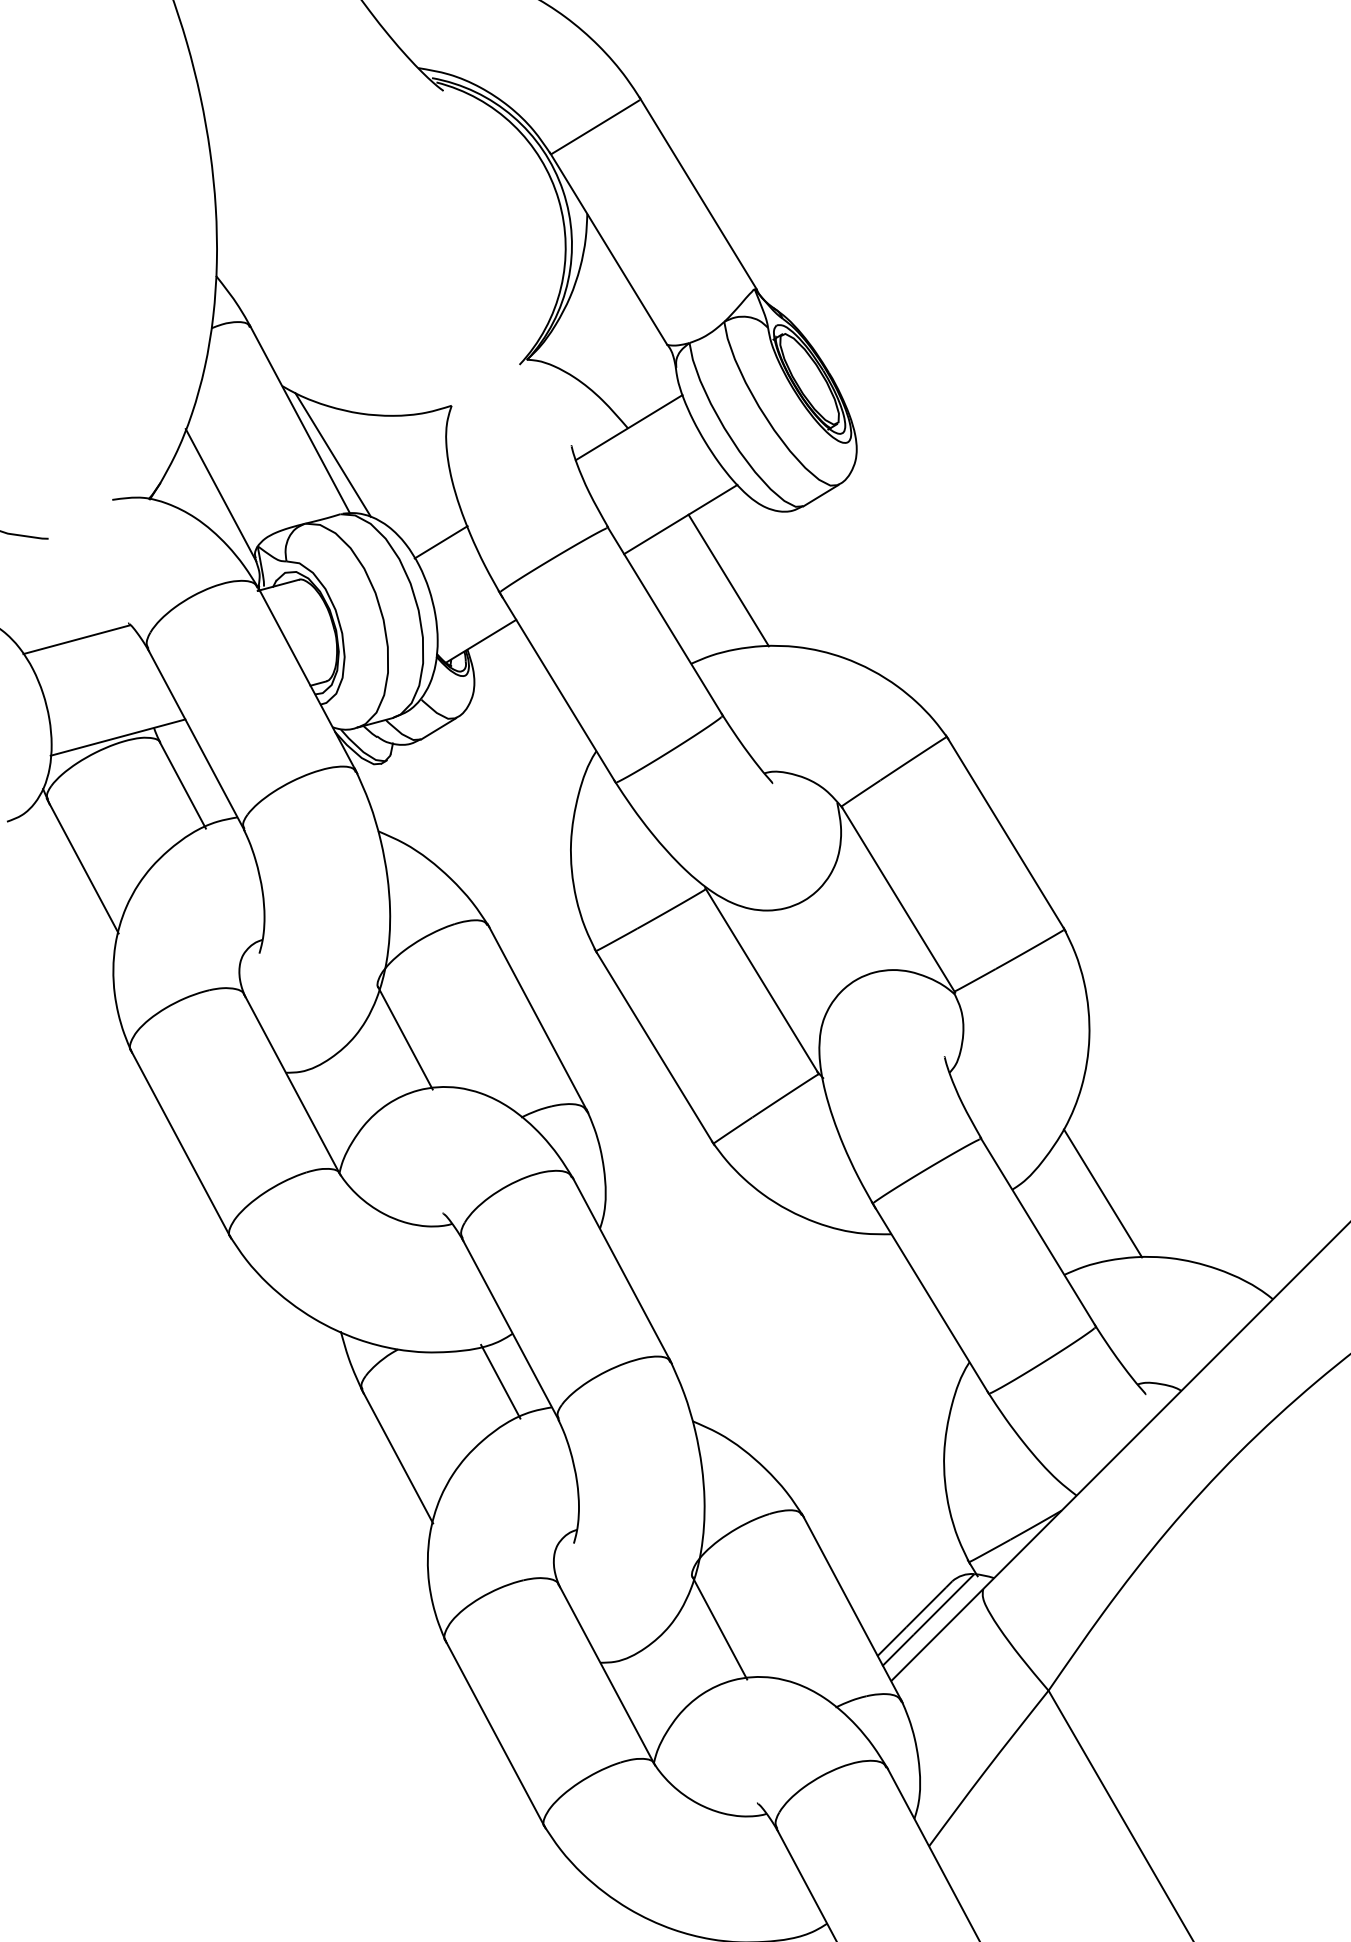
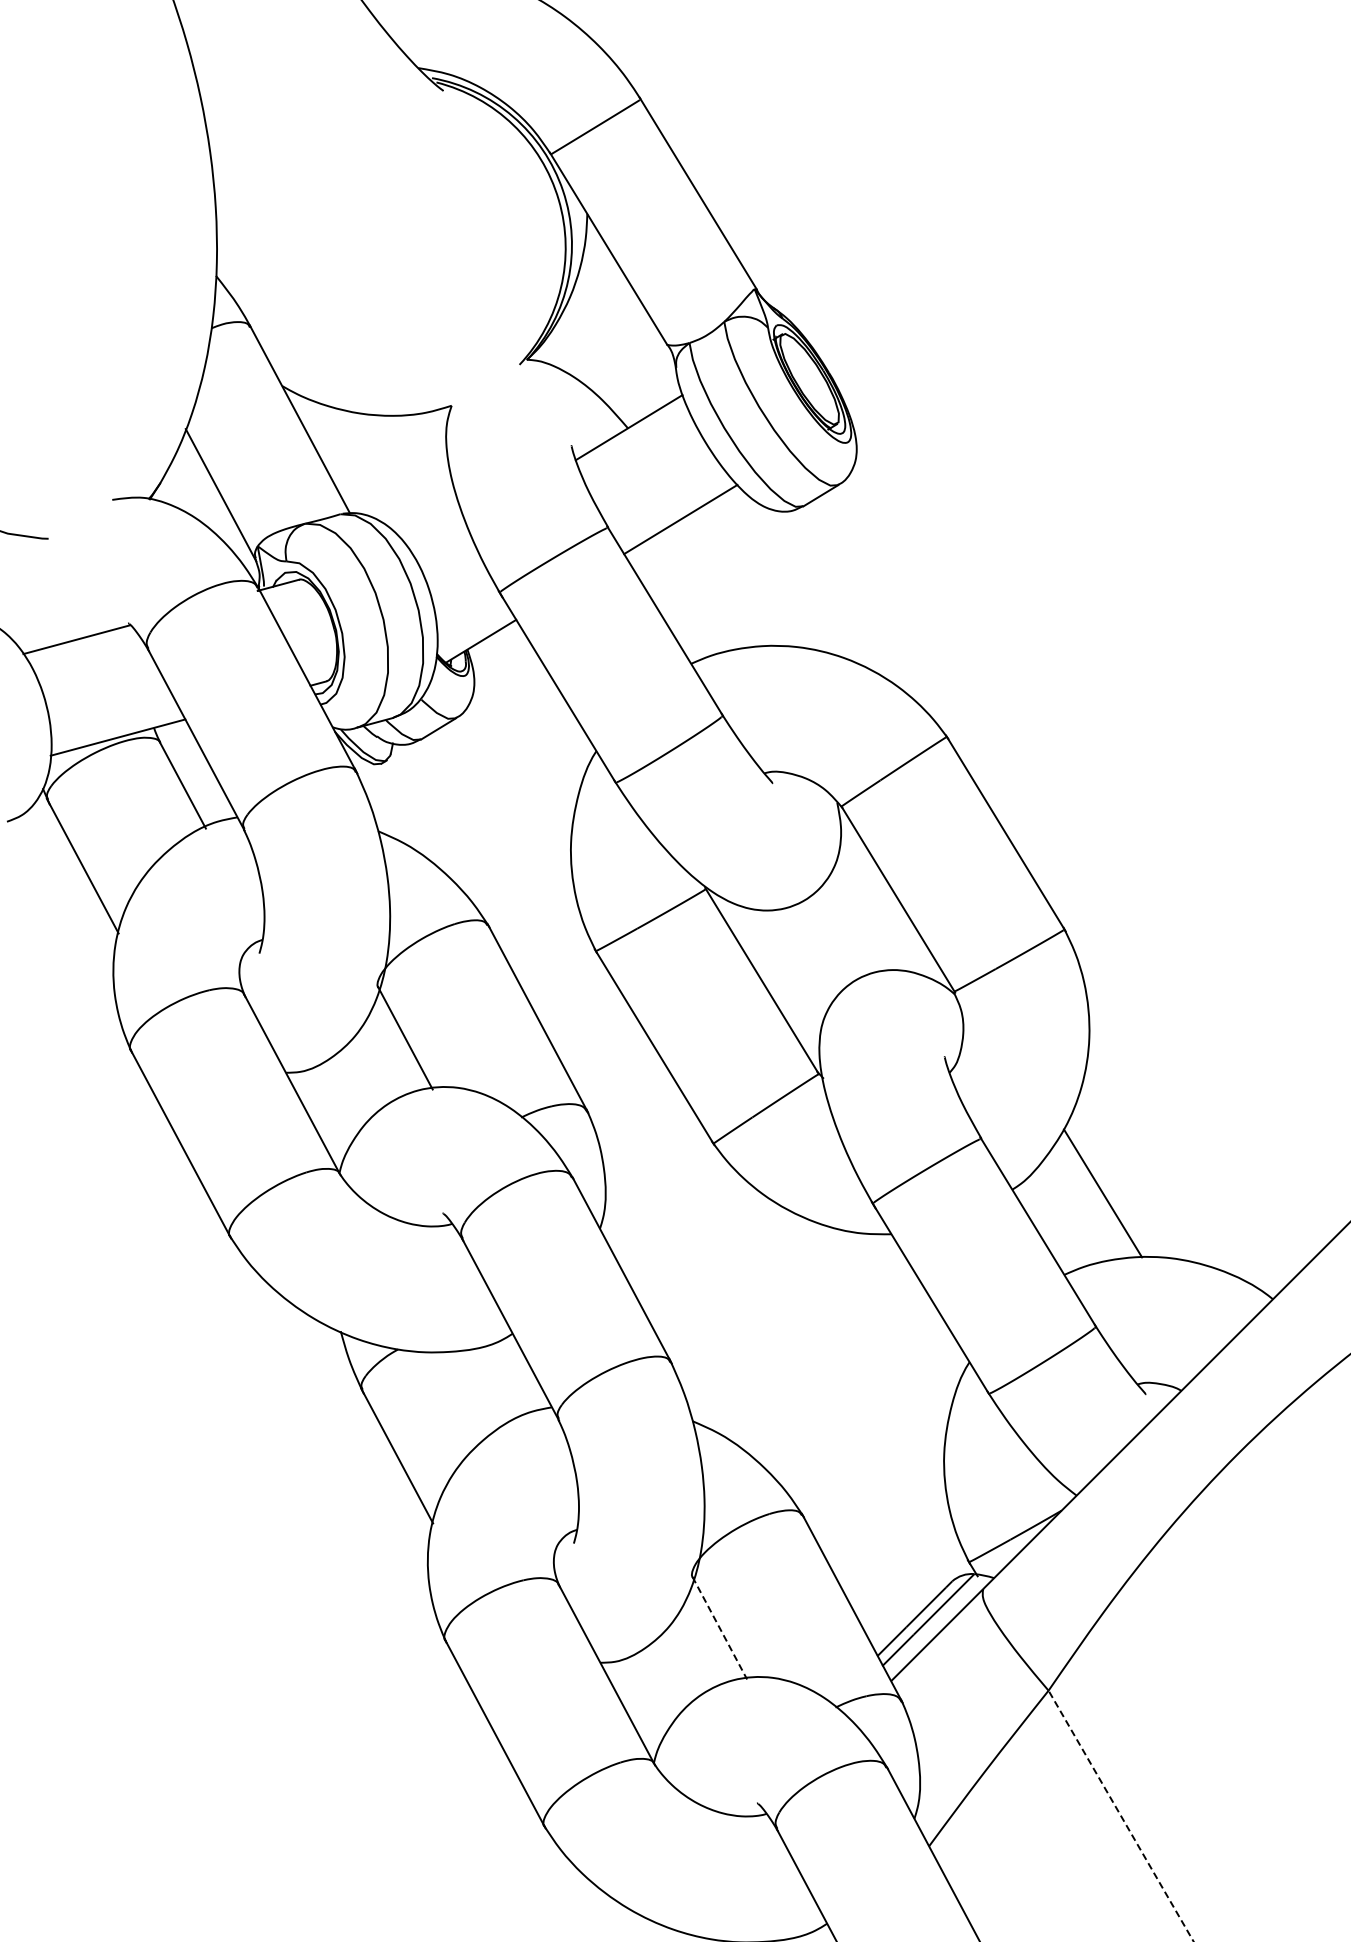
line at (332, 454): present -> none
line at (440, 542): present -> none
line at (728, 580): present -> none
line at (500, 1381): present -> none
line at (720, 1628): solid -> dashed
line at (1121, 1816): solid -> dashed
